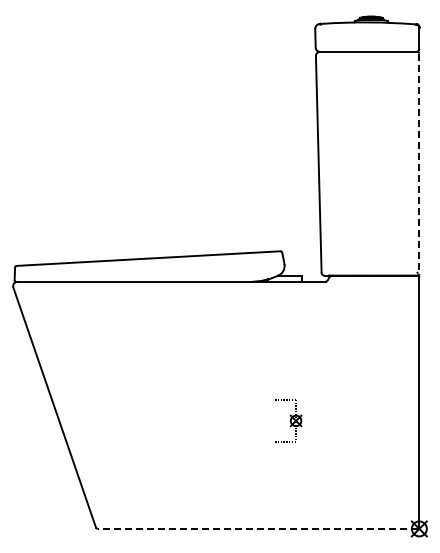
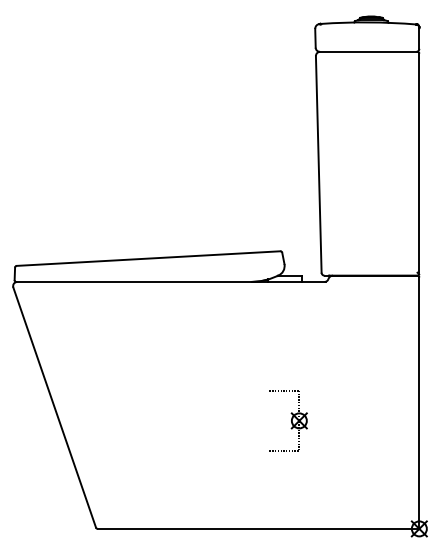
line at (419, 164): dashed -> solid
part at (288, 420) size: 28x44 px -> 39x62 px
line at (257, 528): dashed -> solid
